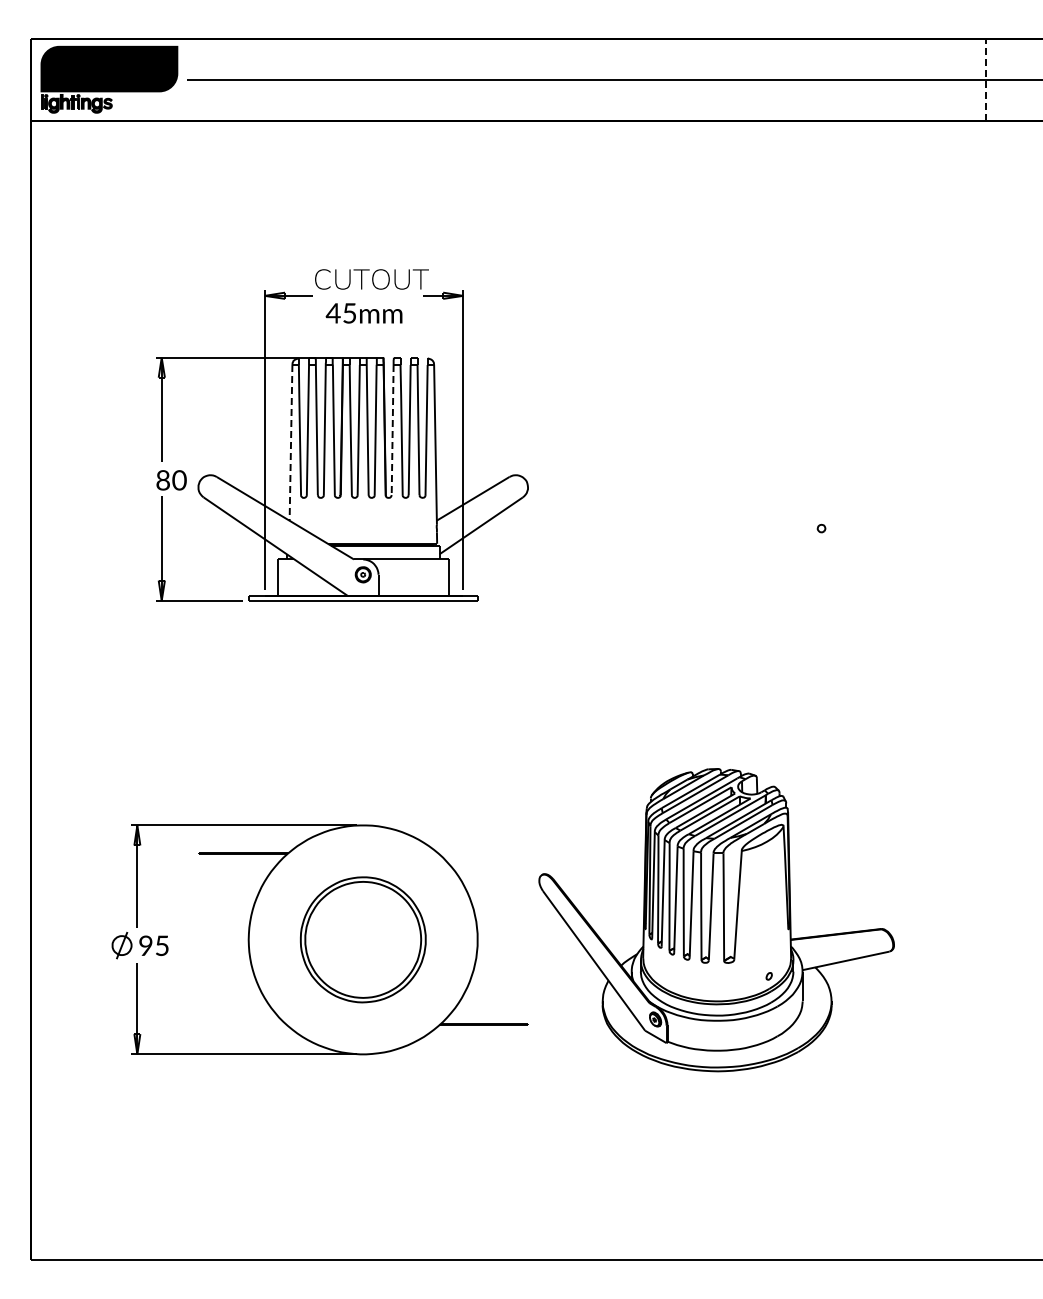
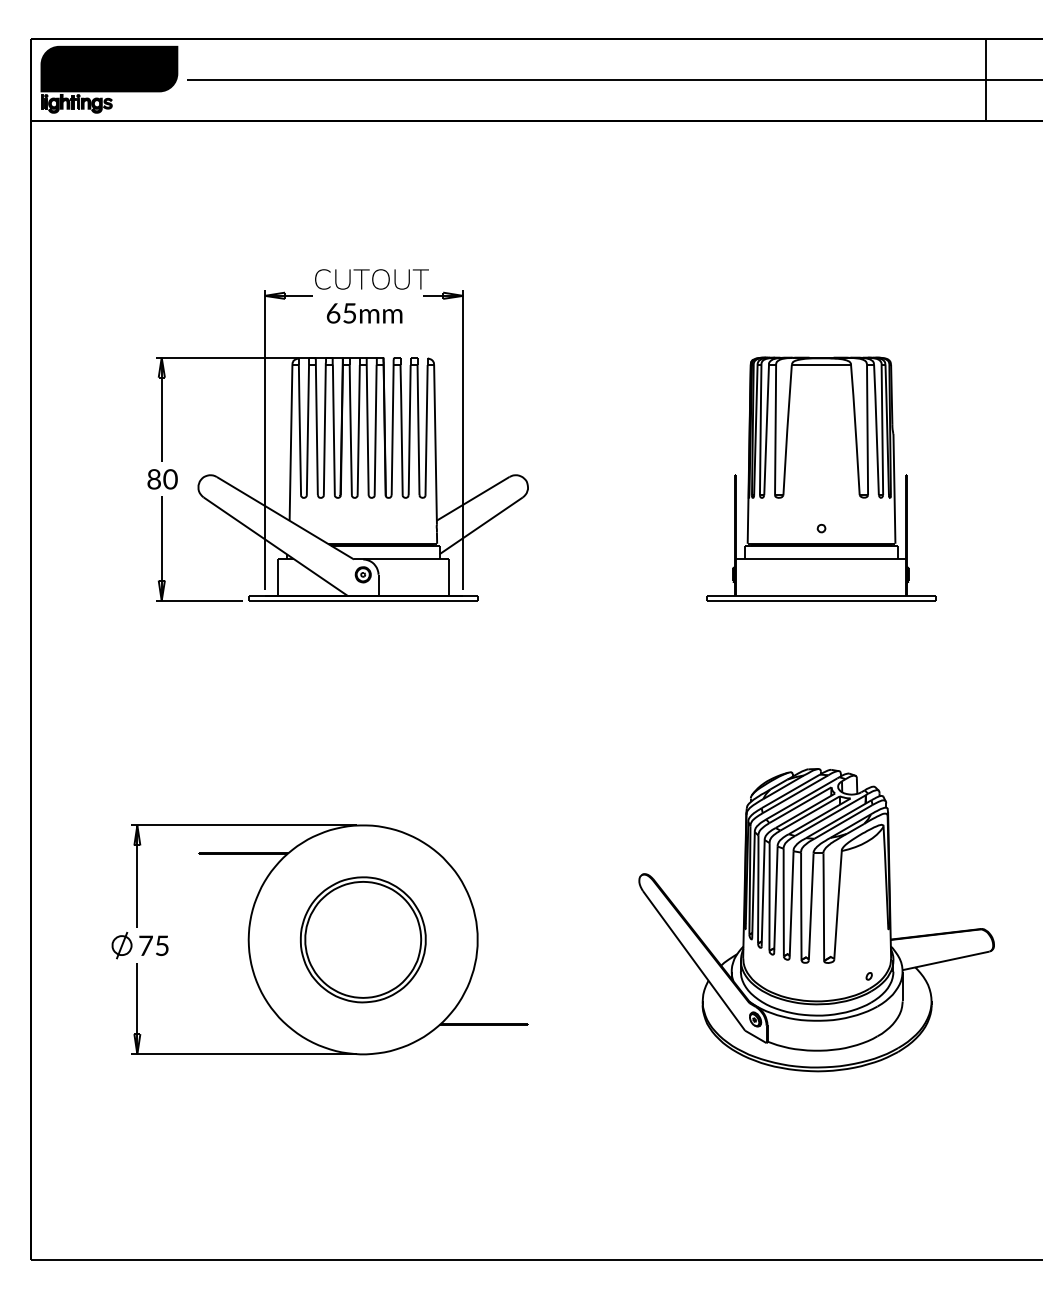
line at (985, 79): dashed -> solid
text at (332, 313): 45mm -> 65mm
line at (392, 430): dashed -> solid
line at (291, 442): dashed -> solid
part at (821, 478): none -> present
text at (171, 480) position: (171, 480) -> (162, 479)
part at (716, 920) position: (716, 920) -> (816, 920)
text at (145, 945): 95 -> 75
